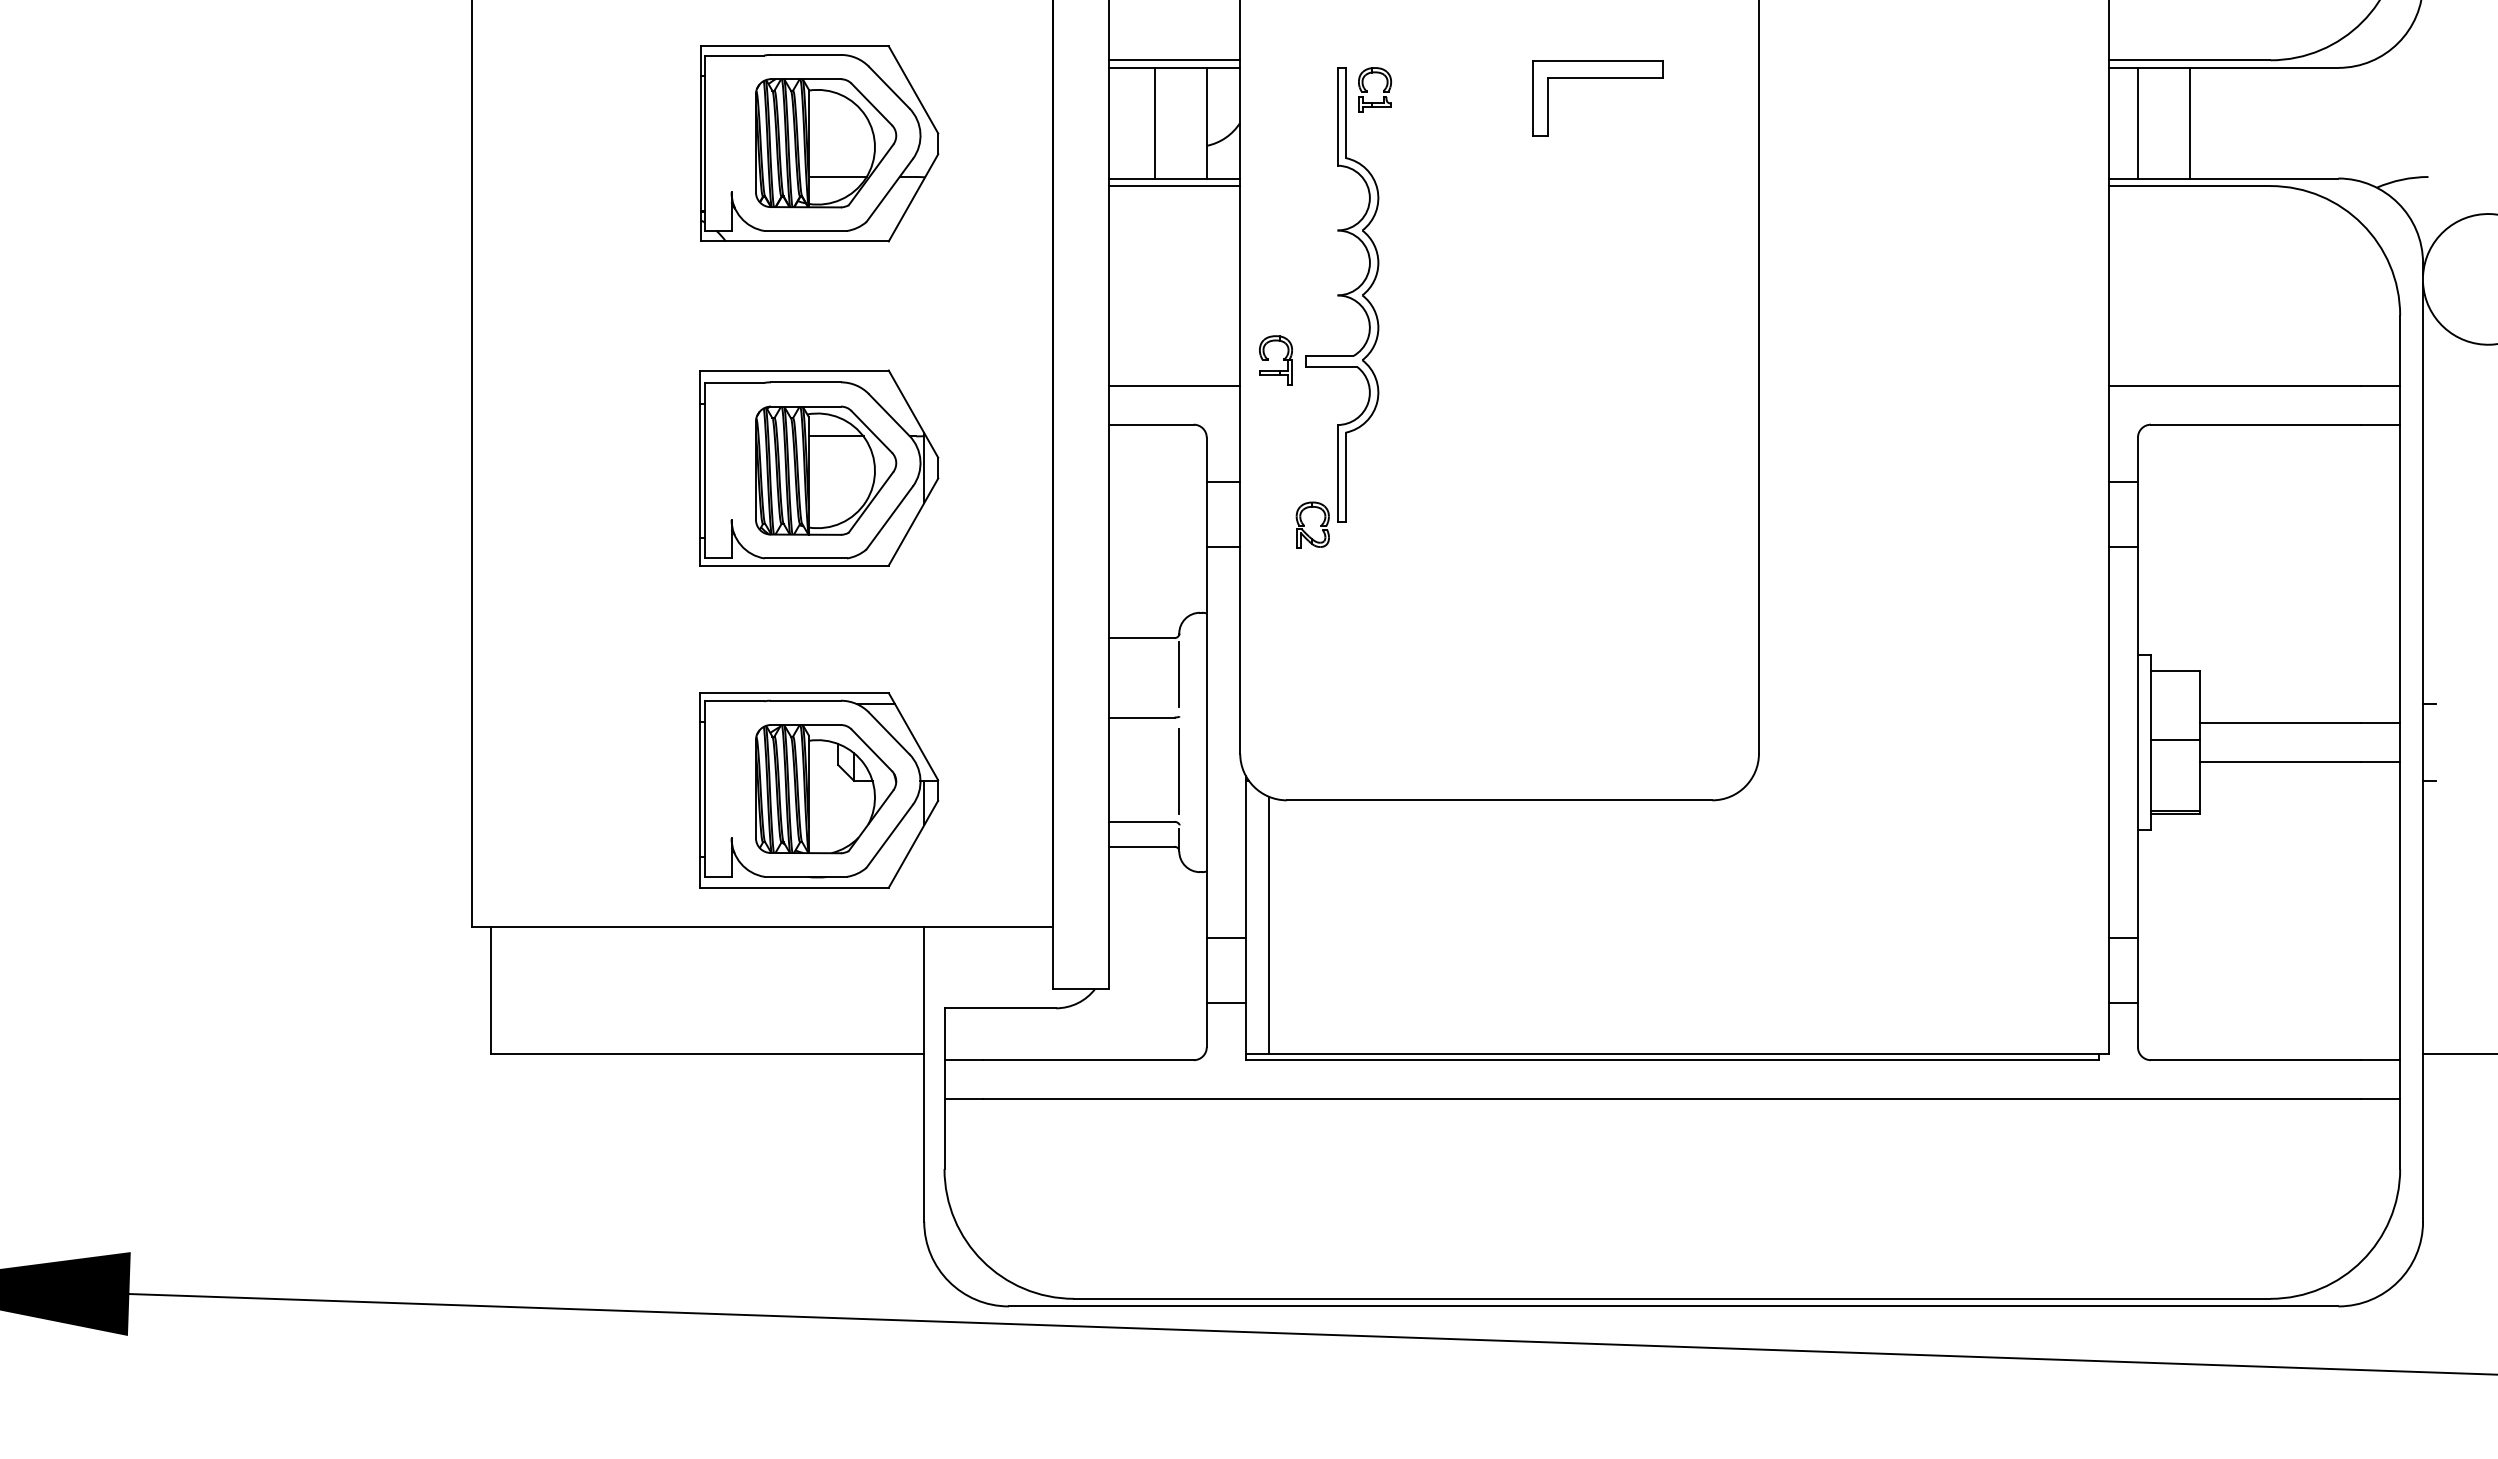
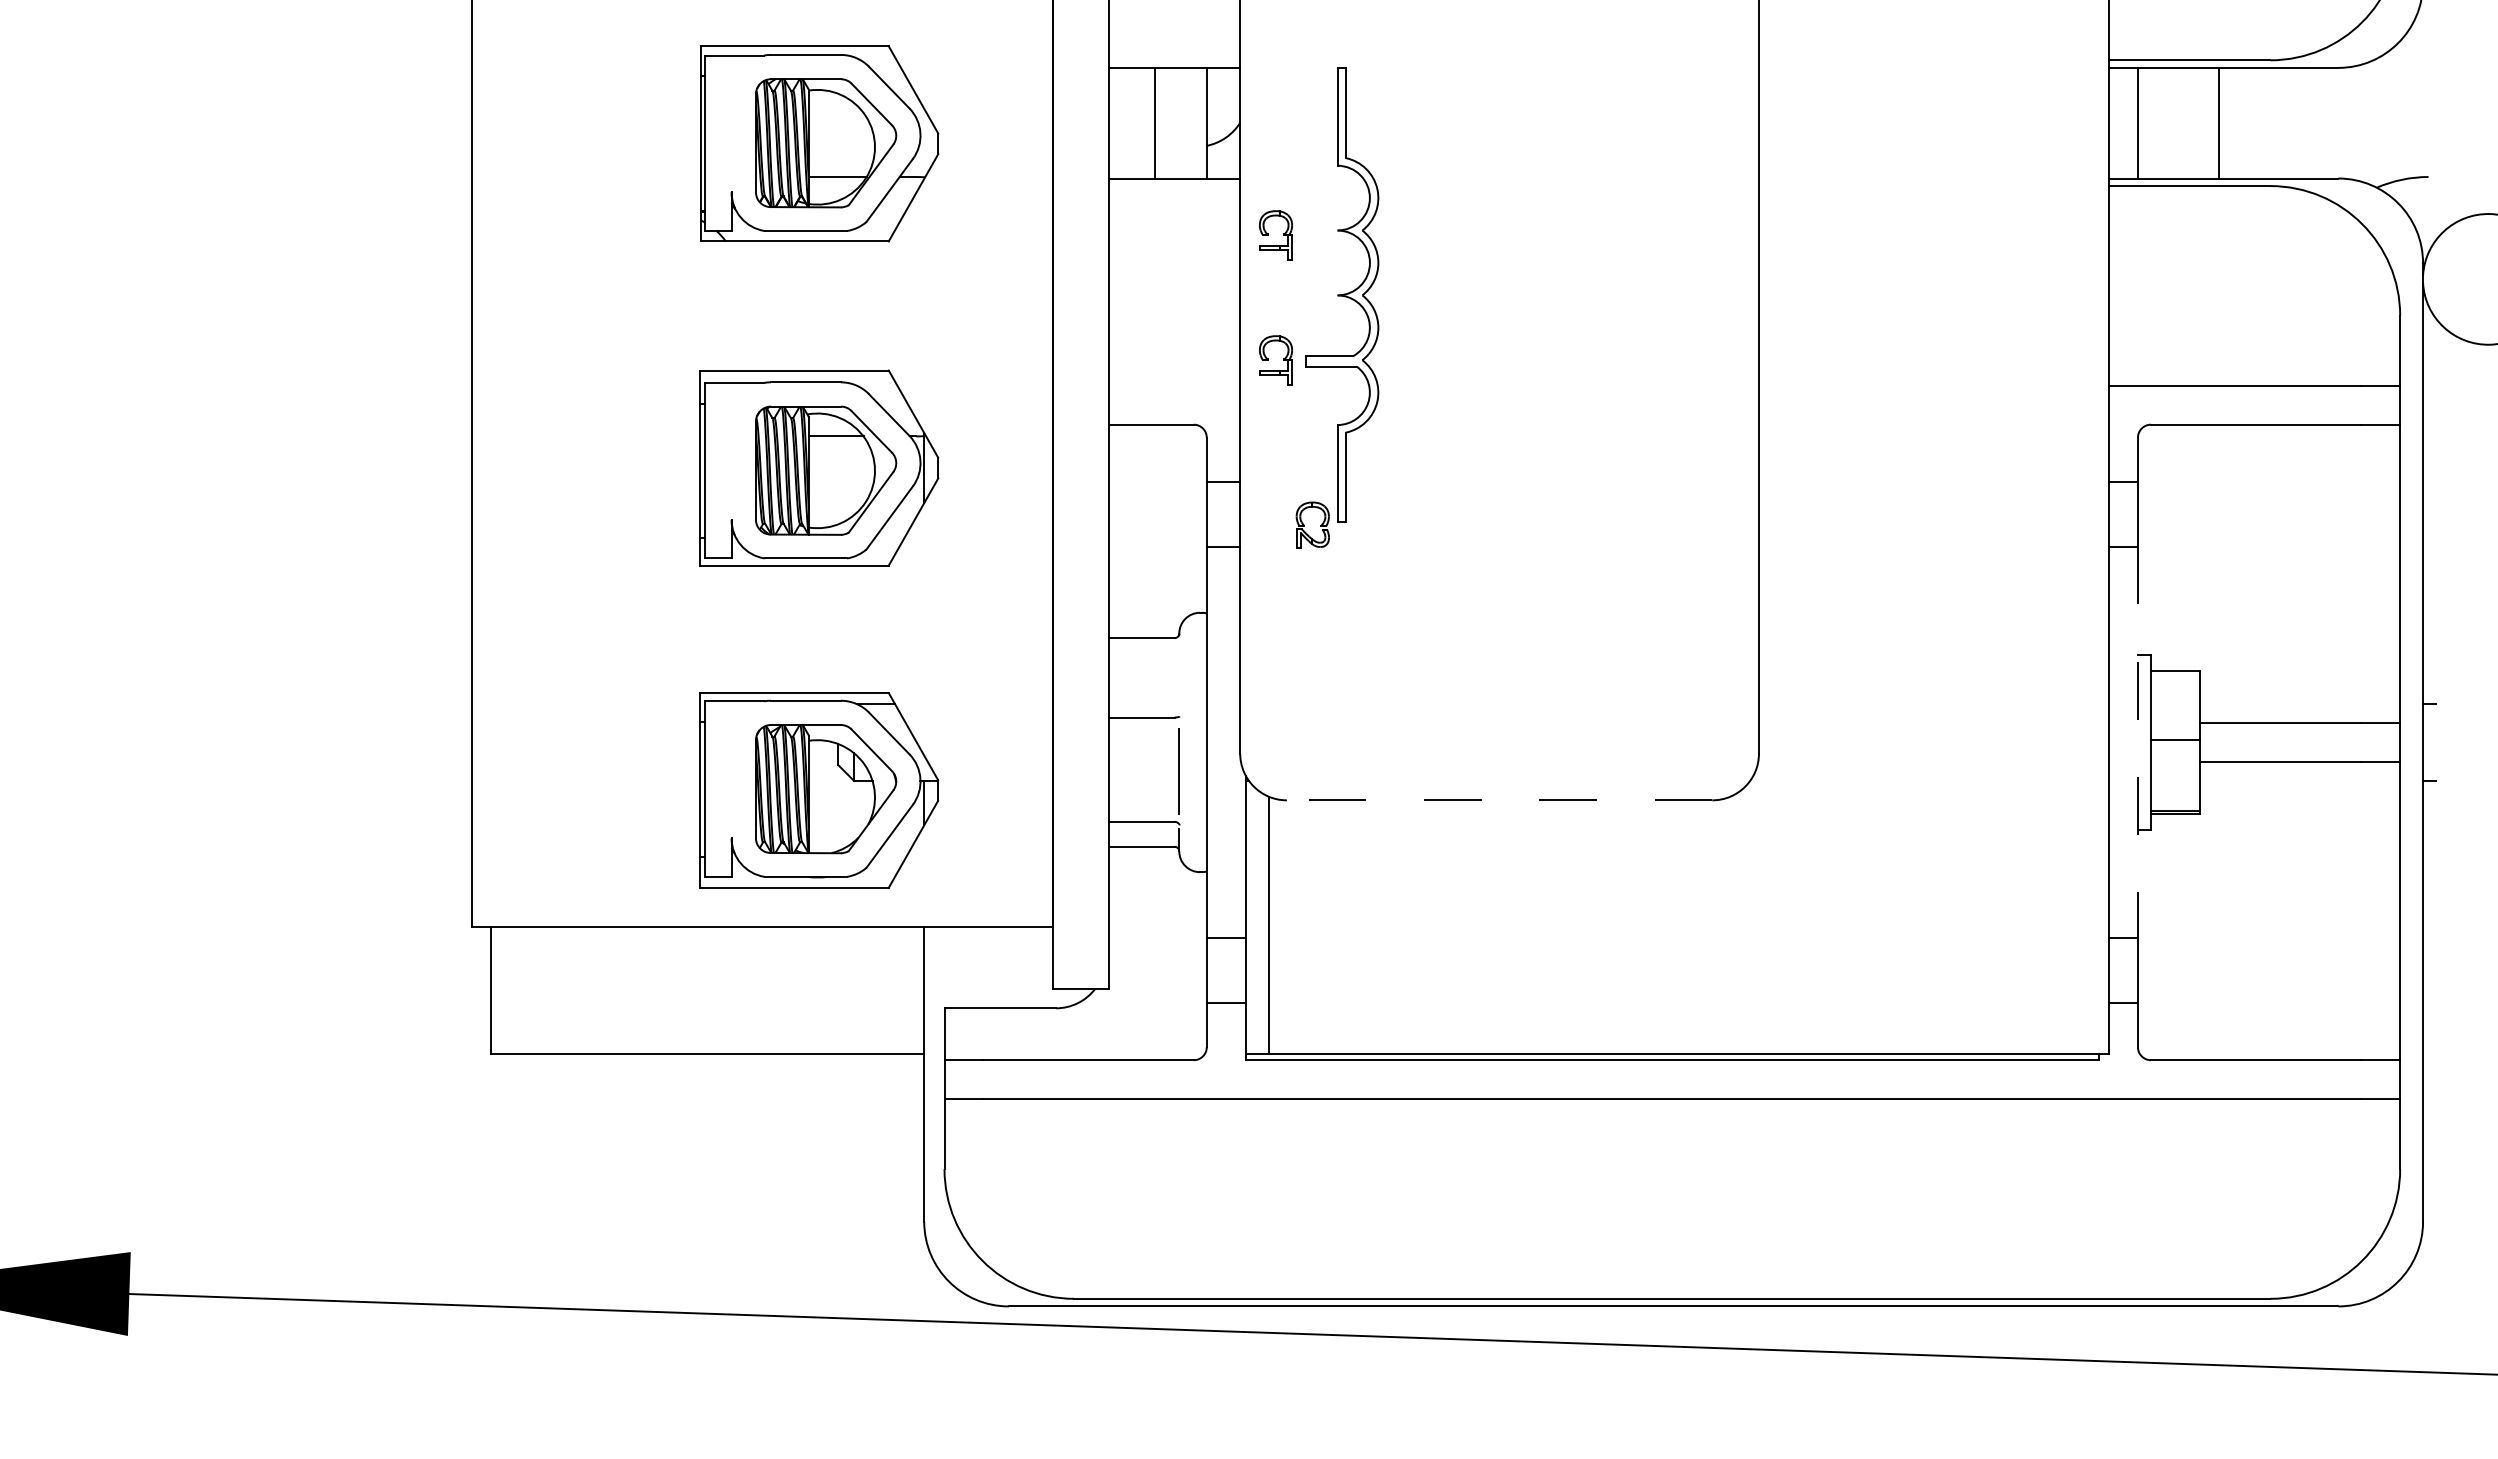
line at (1174, 60): present -> none
part at (1597, 78): present -> none
part at (1383, 89): present -> none
line at (2189, 122) position: (2189, 122) -> (2218, 122)
line at (1174, 186): present -> none
part at (1268, 235): none -> present
line at (1174, 385): present -> none
line at (1179, 674): present -> none
line at (2137, 742): solid -> dashed
line at (1499, 800): solid -> dashed
line at (2458, 1053): present -> none
